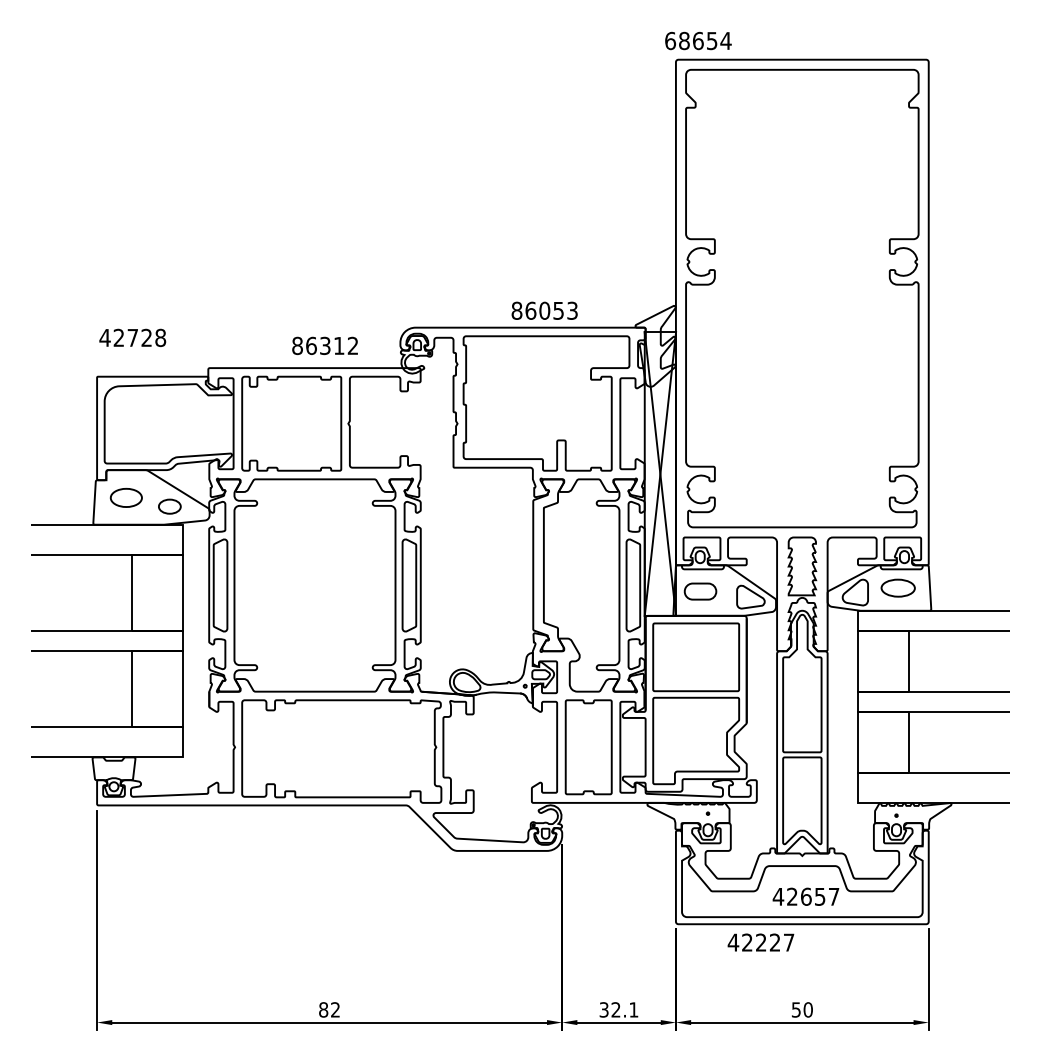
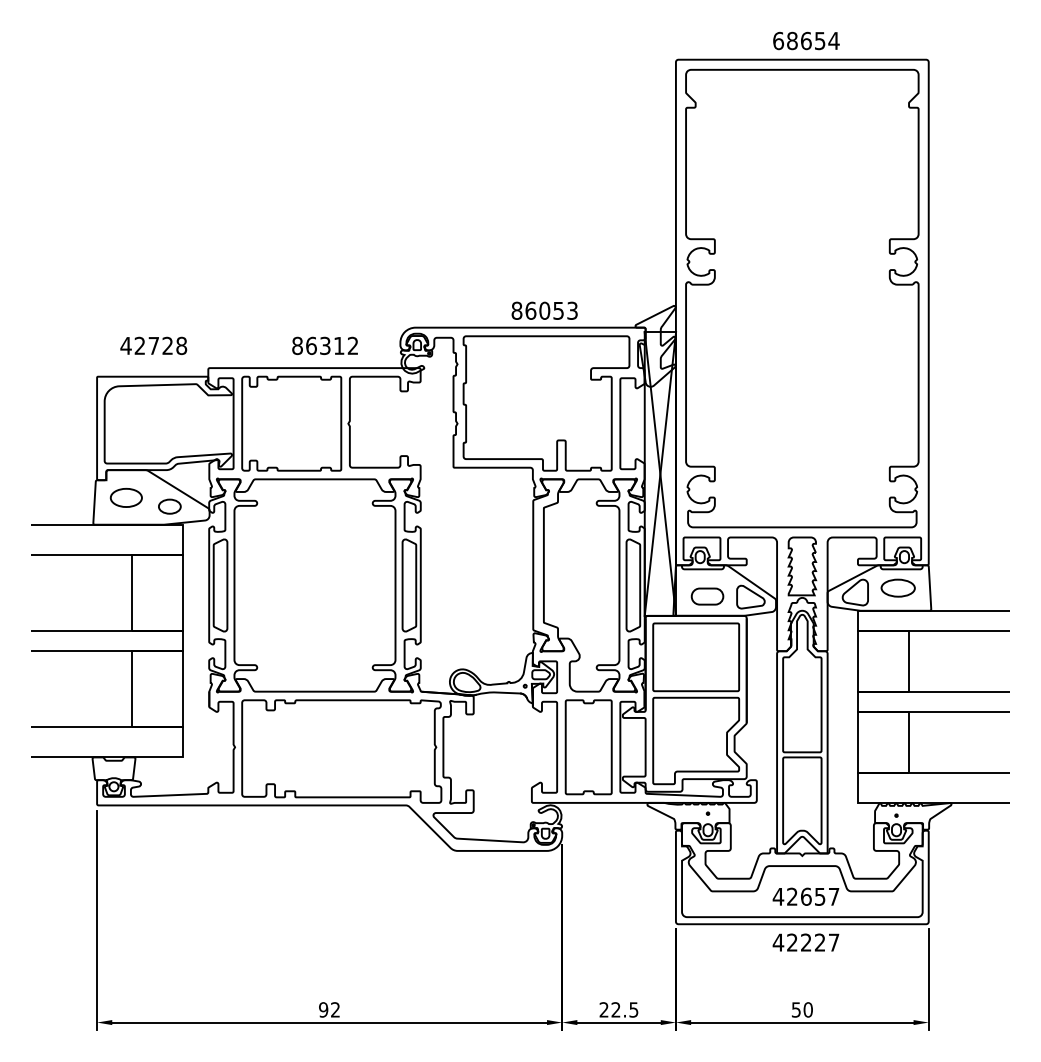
text at (698, 40) position: (698, 40) -> (806, 40)
text at (132, 337) position: (132, 337) -> (153, 345)
part at (700, 591) position: (700, 591) -> (707, 596)
text at (760, 942) position: (760, 942) -> (805, 942)
text at (323, 1009): 82 -> 92
text at (618, 1009): 32.1 -> 22.5
